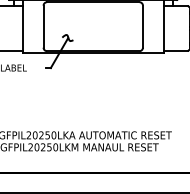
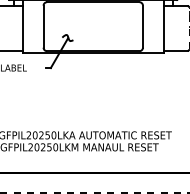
line at (189, 28): solid -> dashed
line at (95, 193): solid -> dashed
